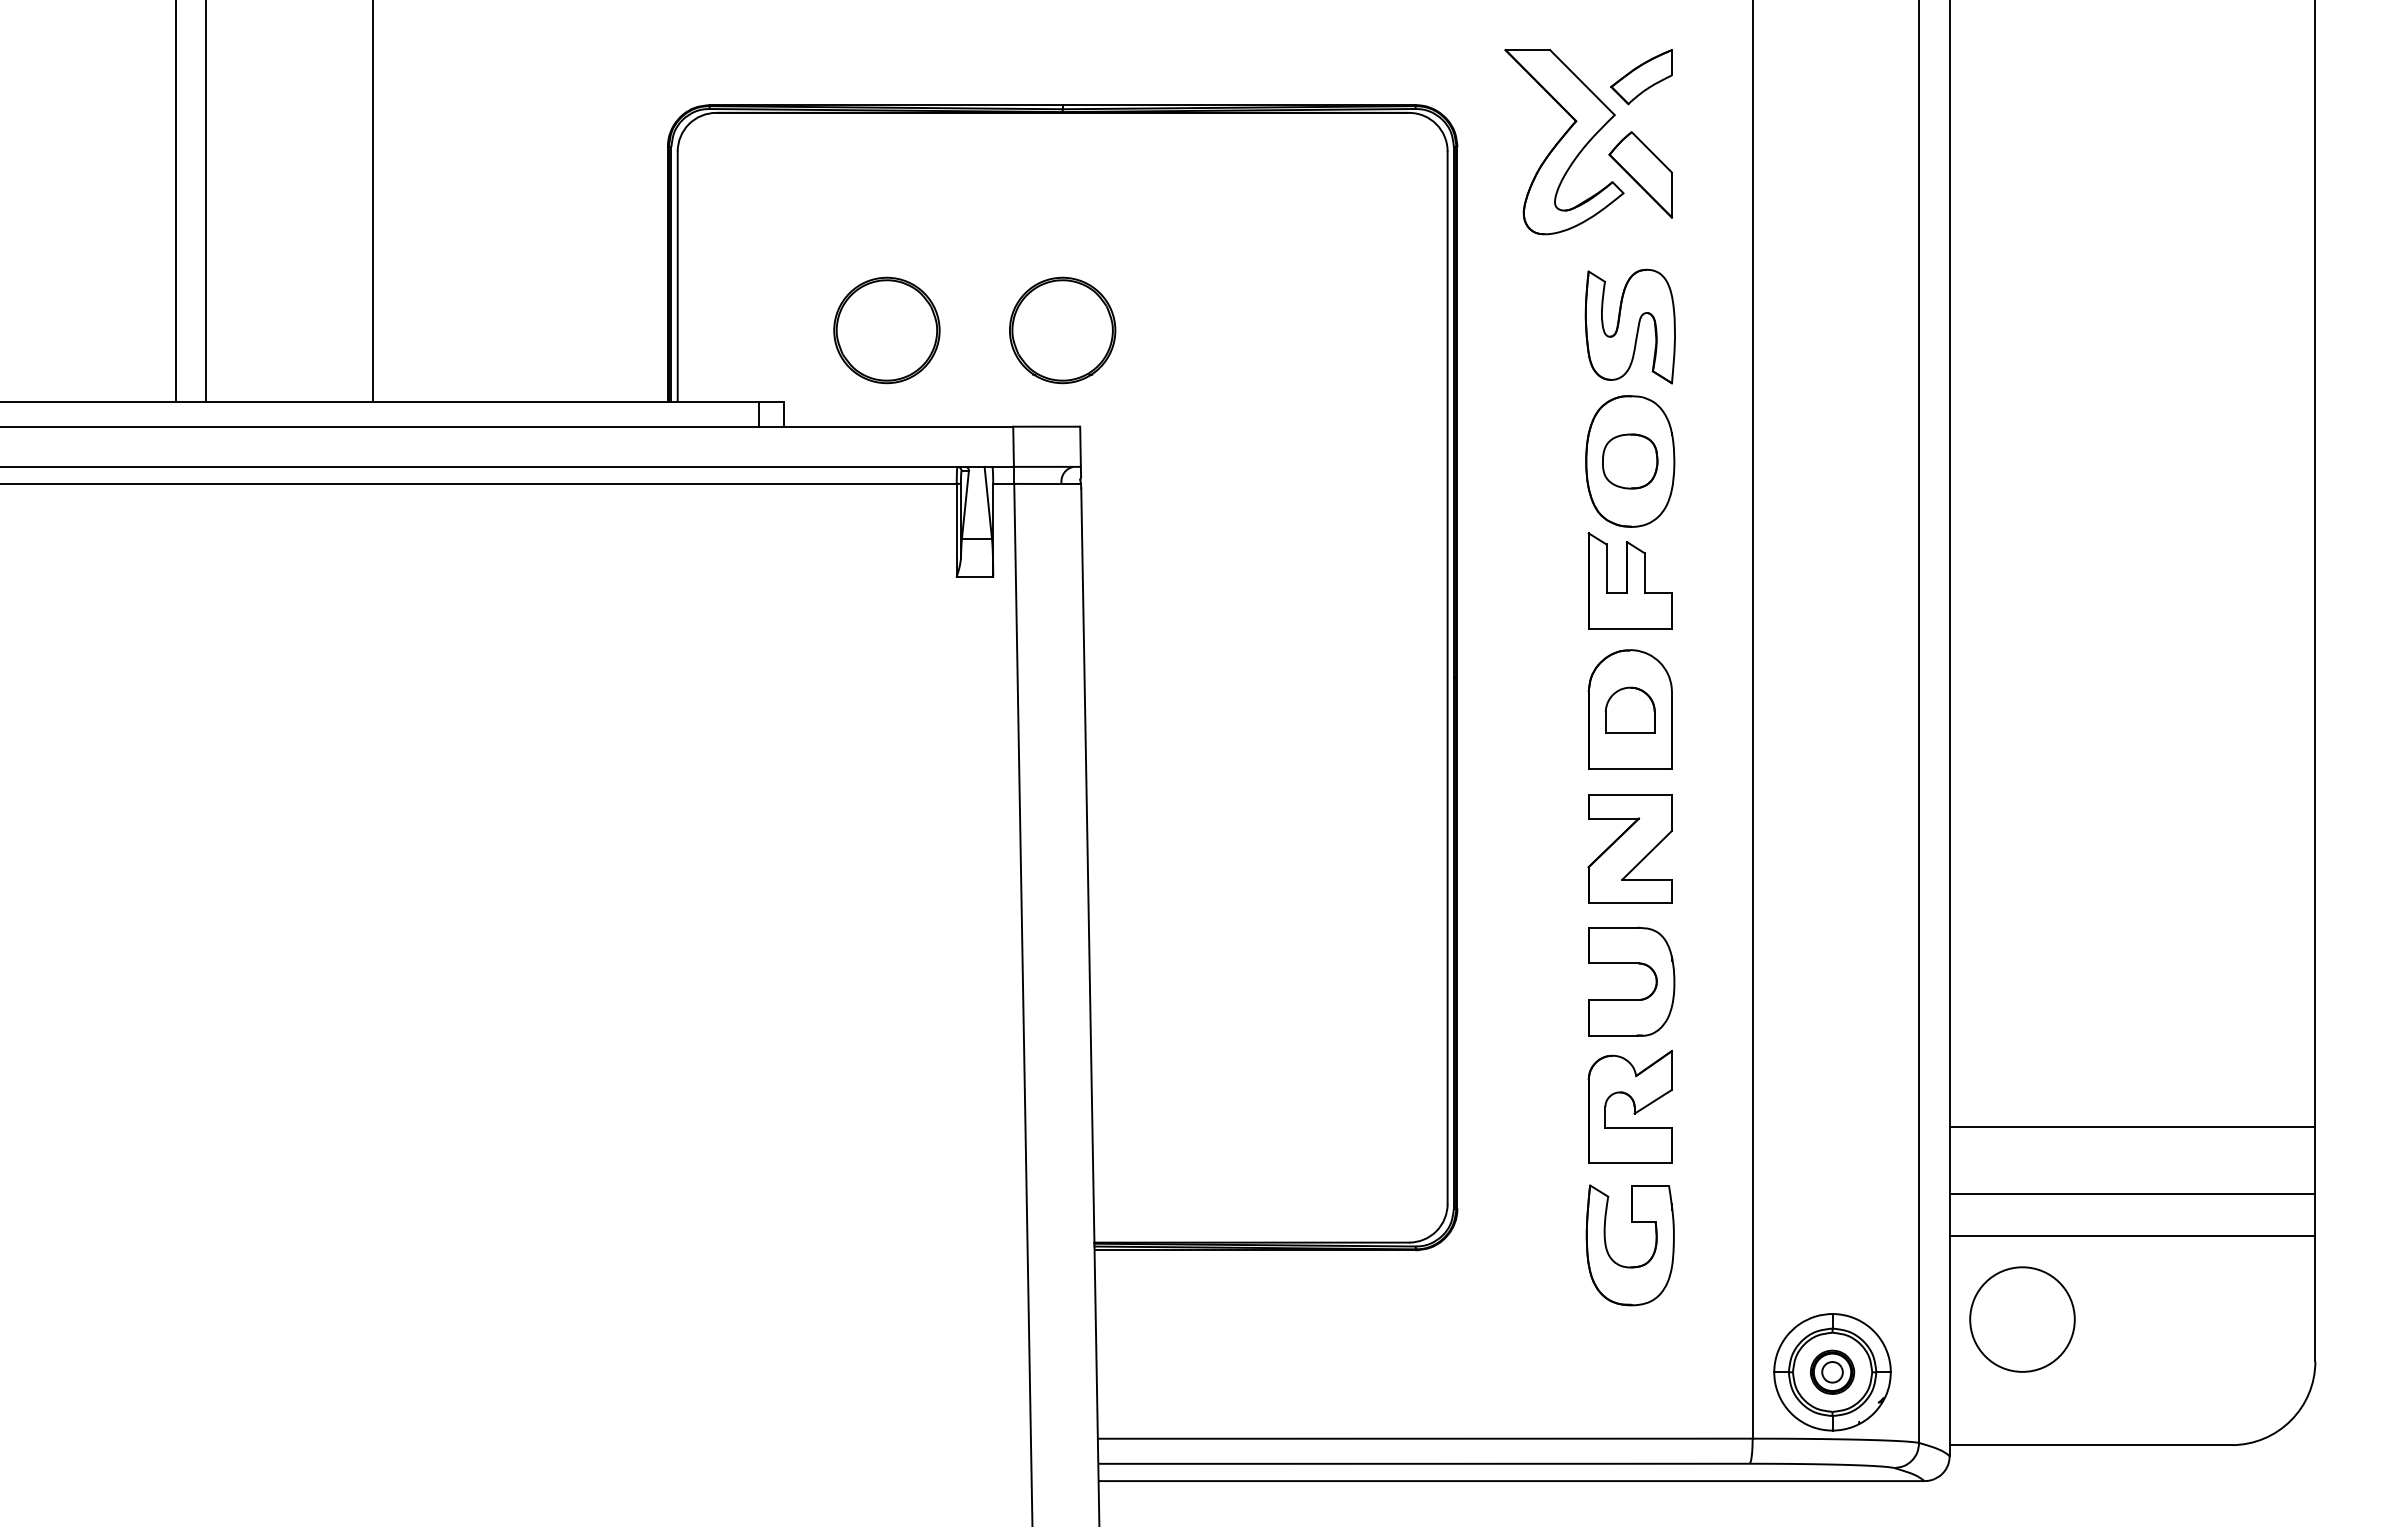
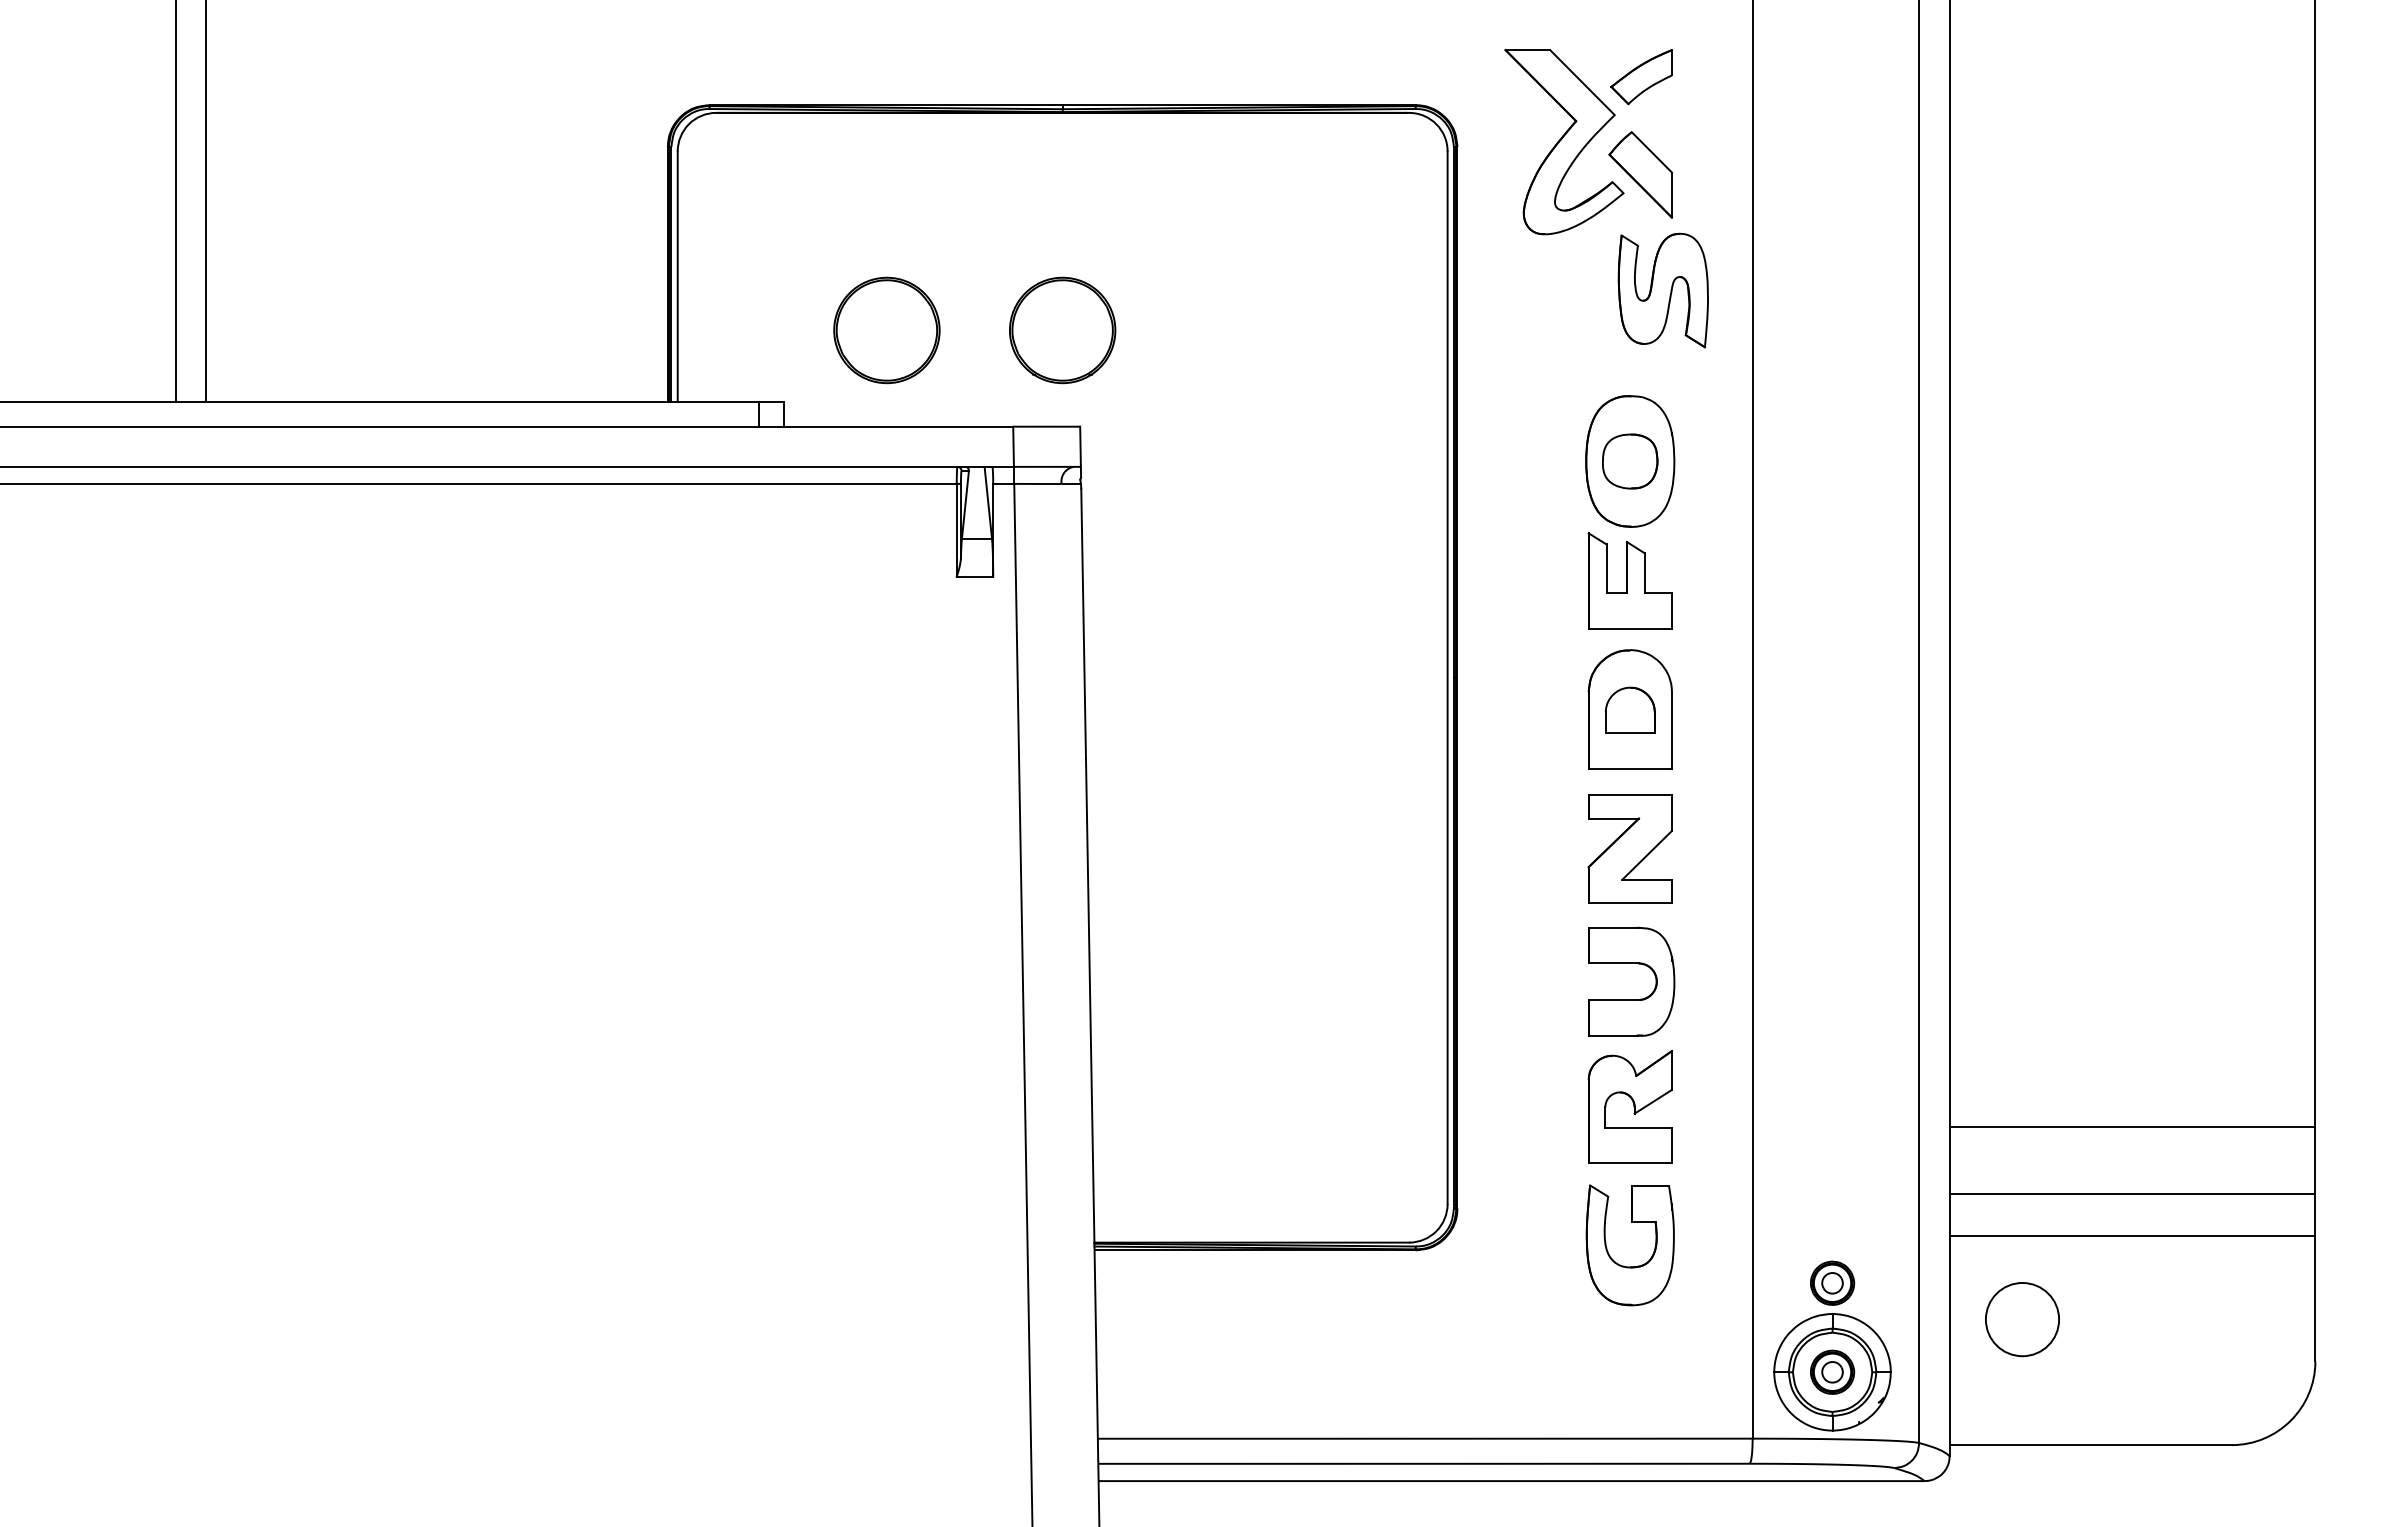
line at (372, 201): present -> none
part at (1629, 326) position: (1629, 326) -> (1662, 290)
part at (1832, 1282): none -> present
circle at (2022, 1319) diameter: 105 px -> 73 px
